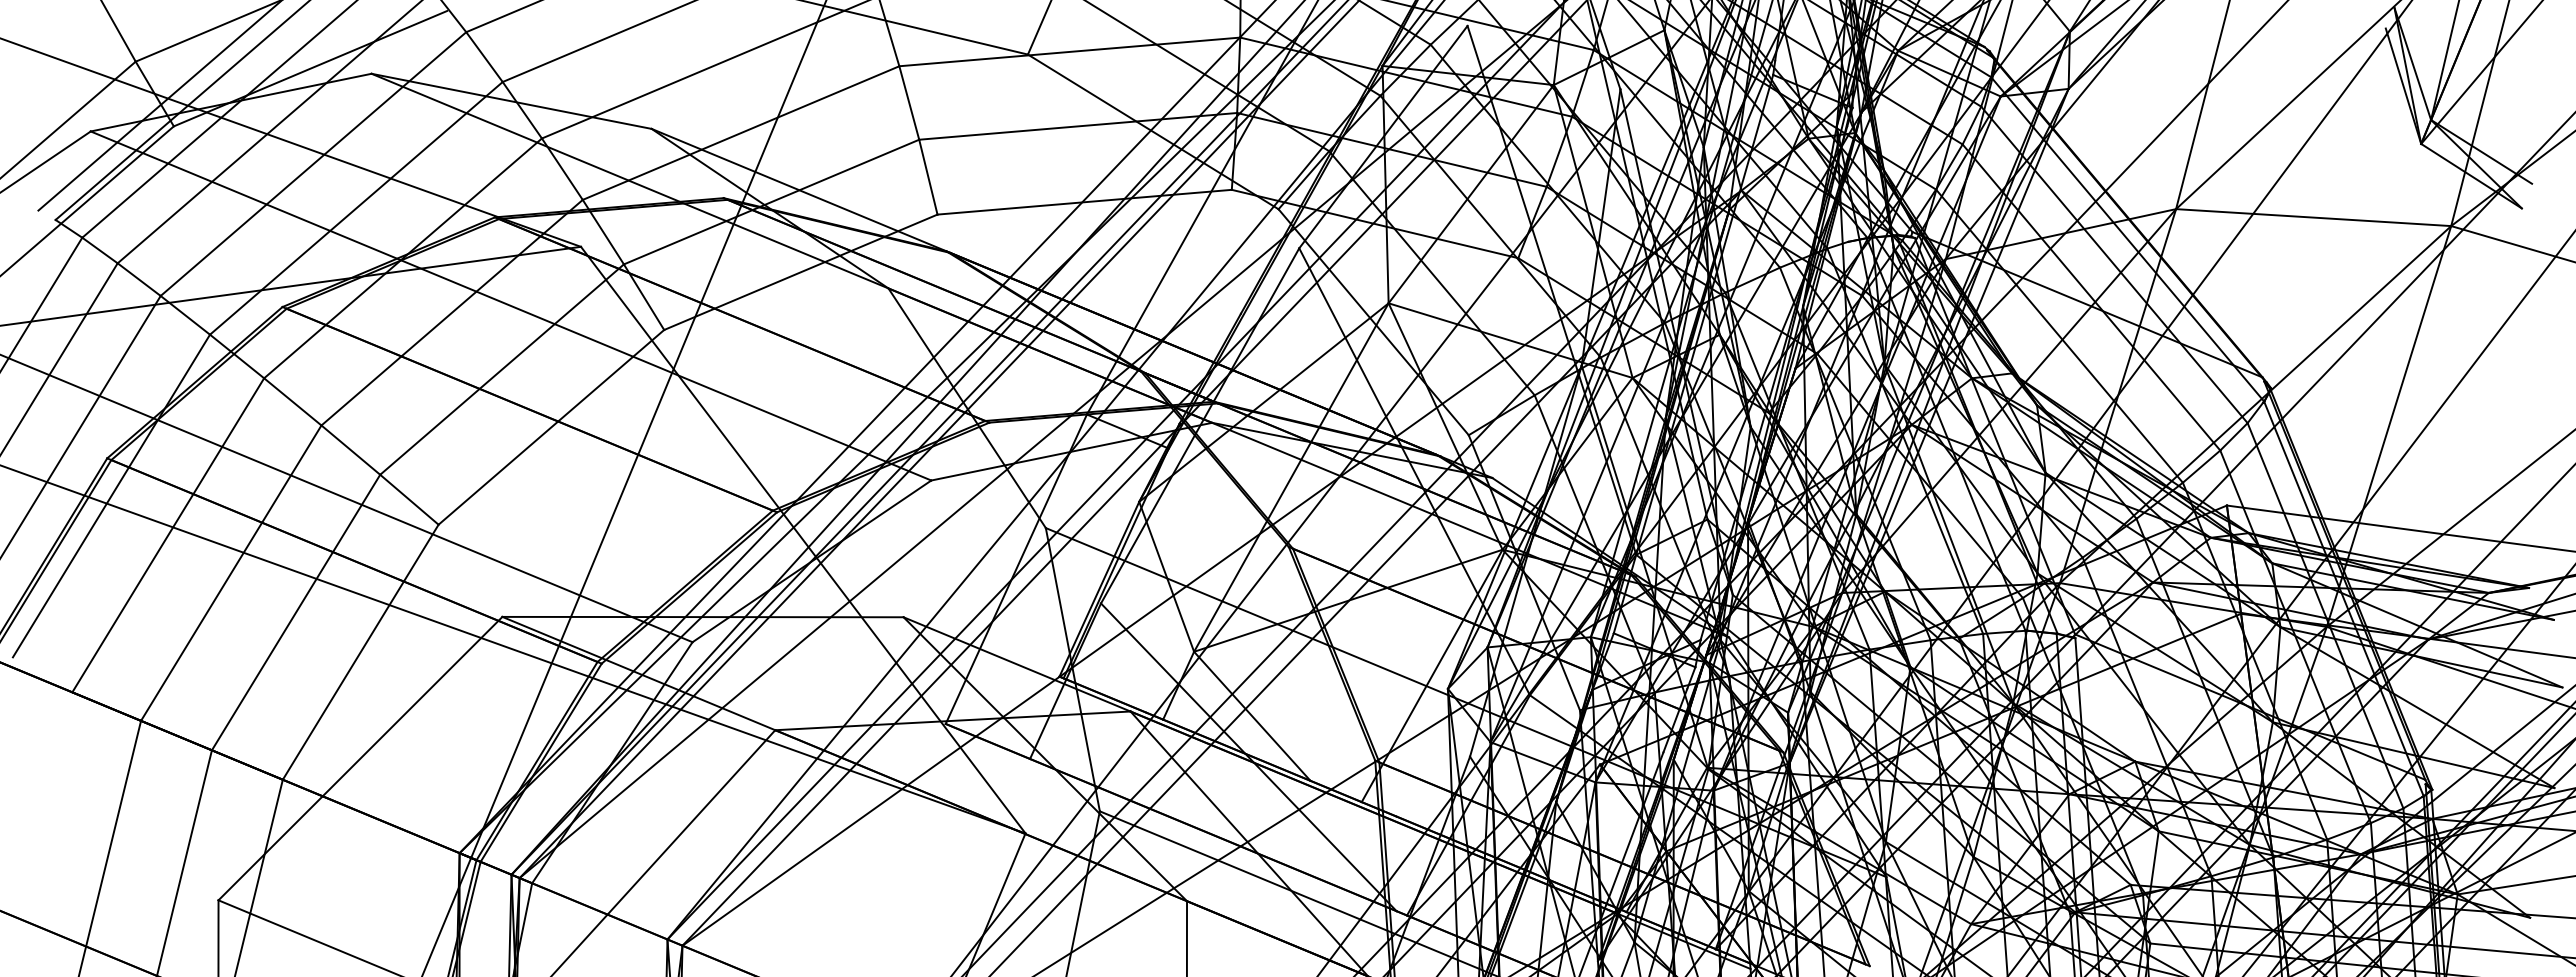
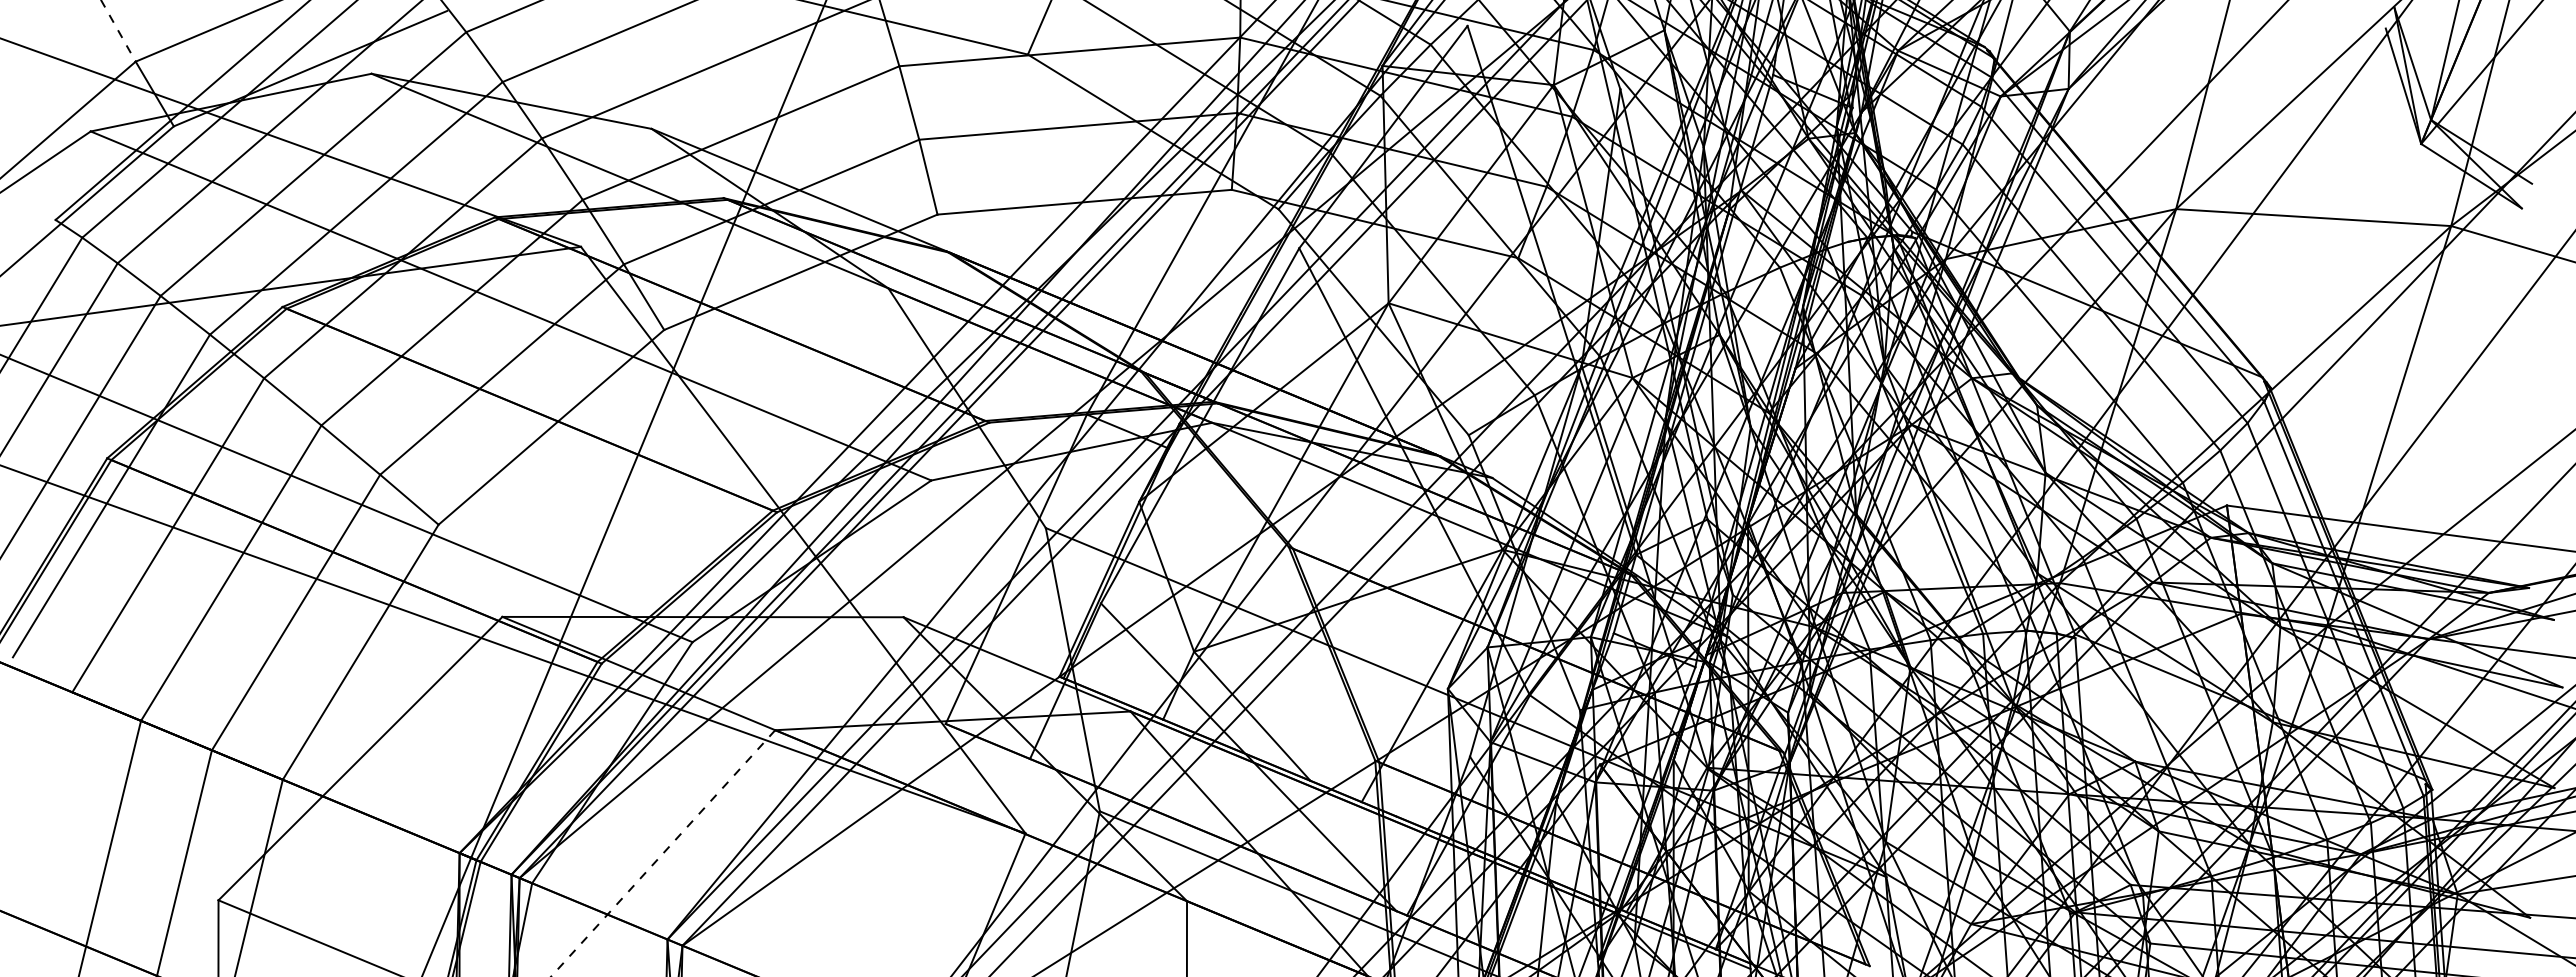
line at (118, 31): solid -> dashed
line at (158, 106): present -> none
line at (662, 853): solid -> dashed
